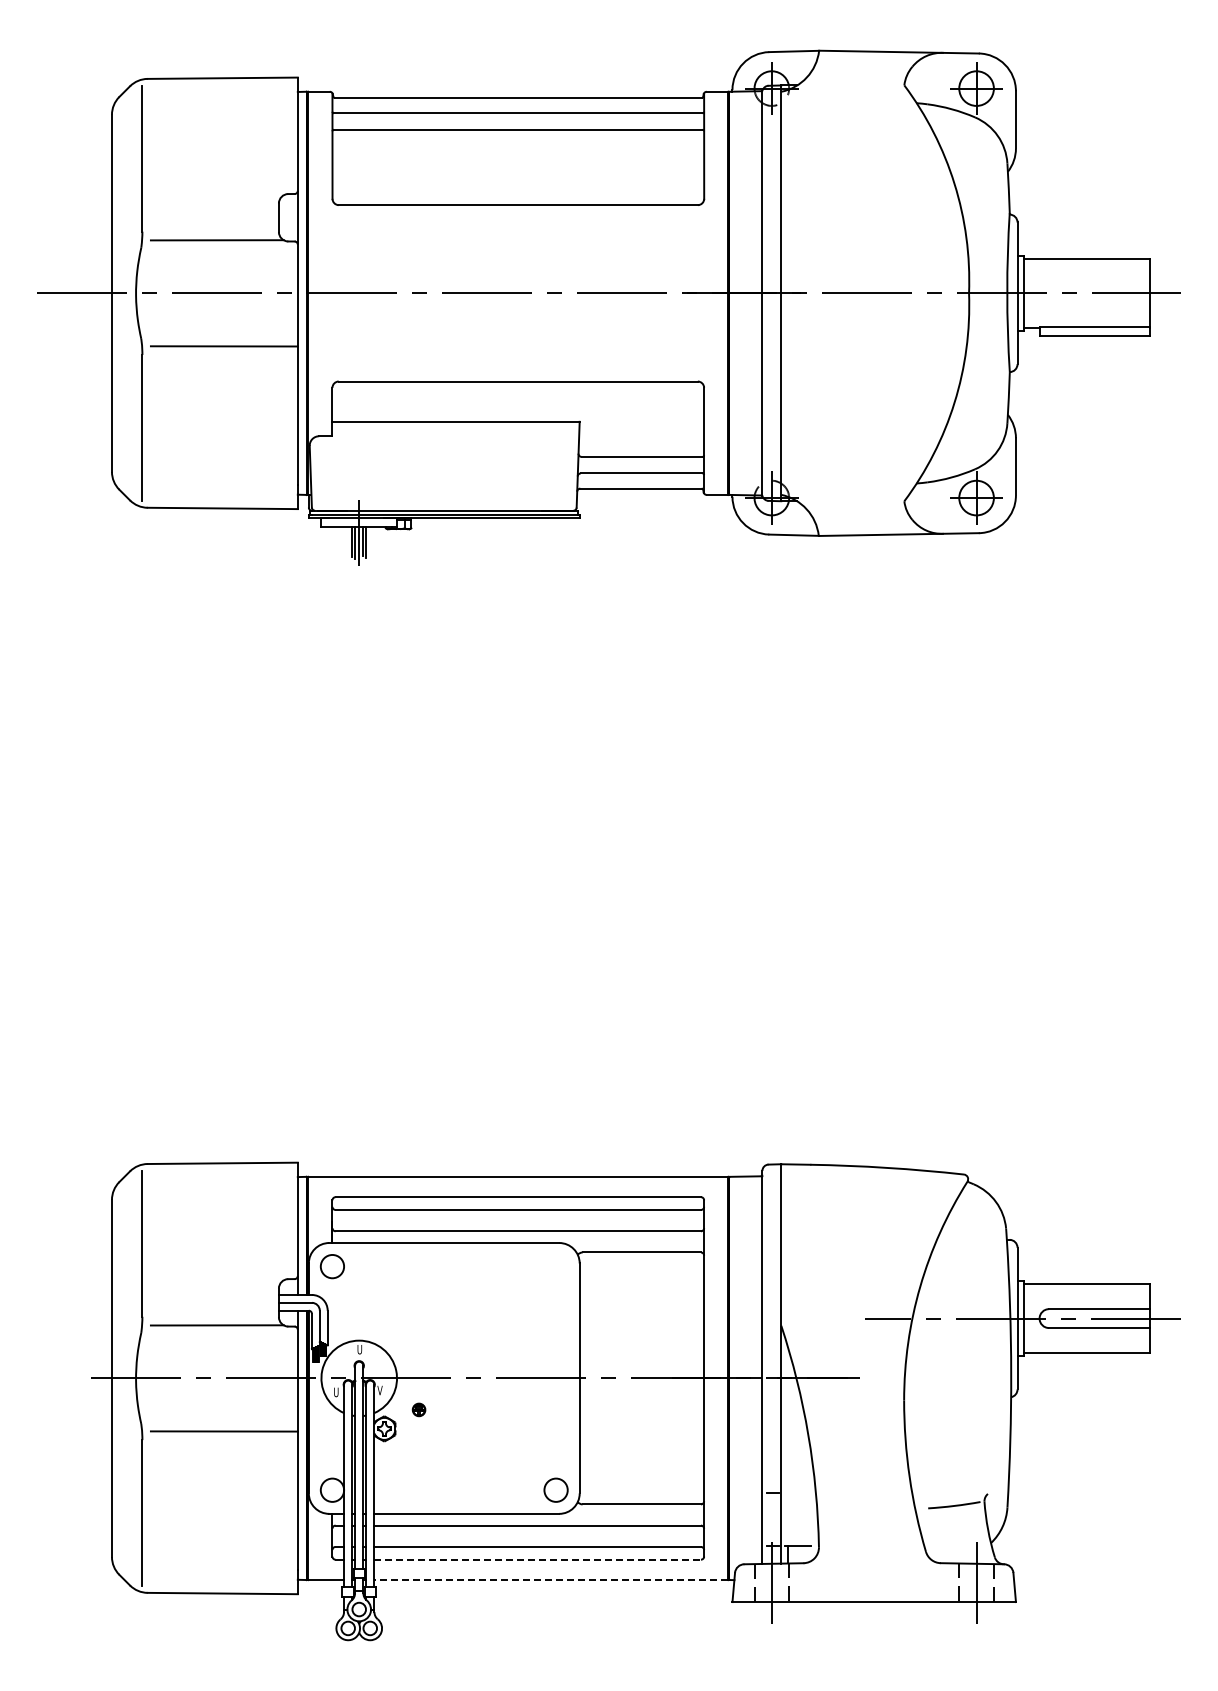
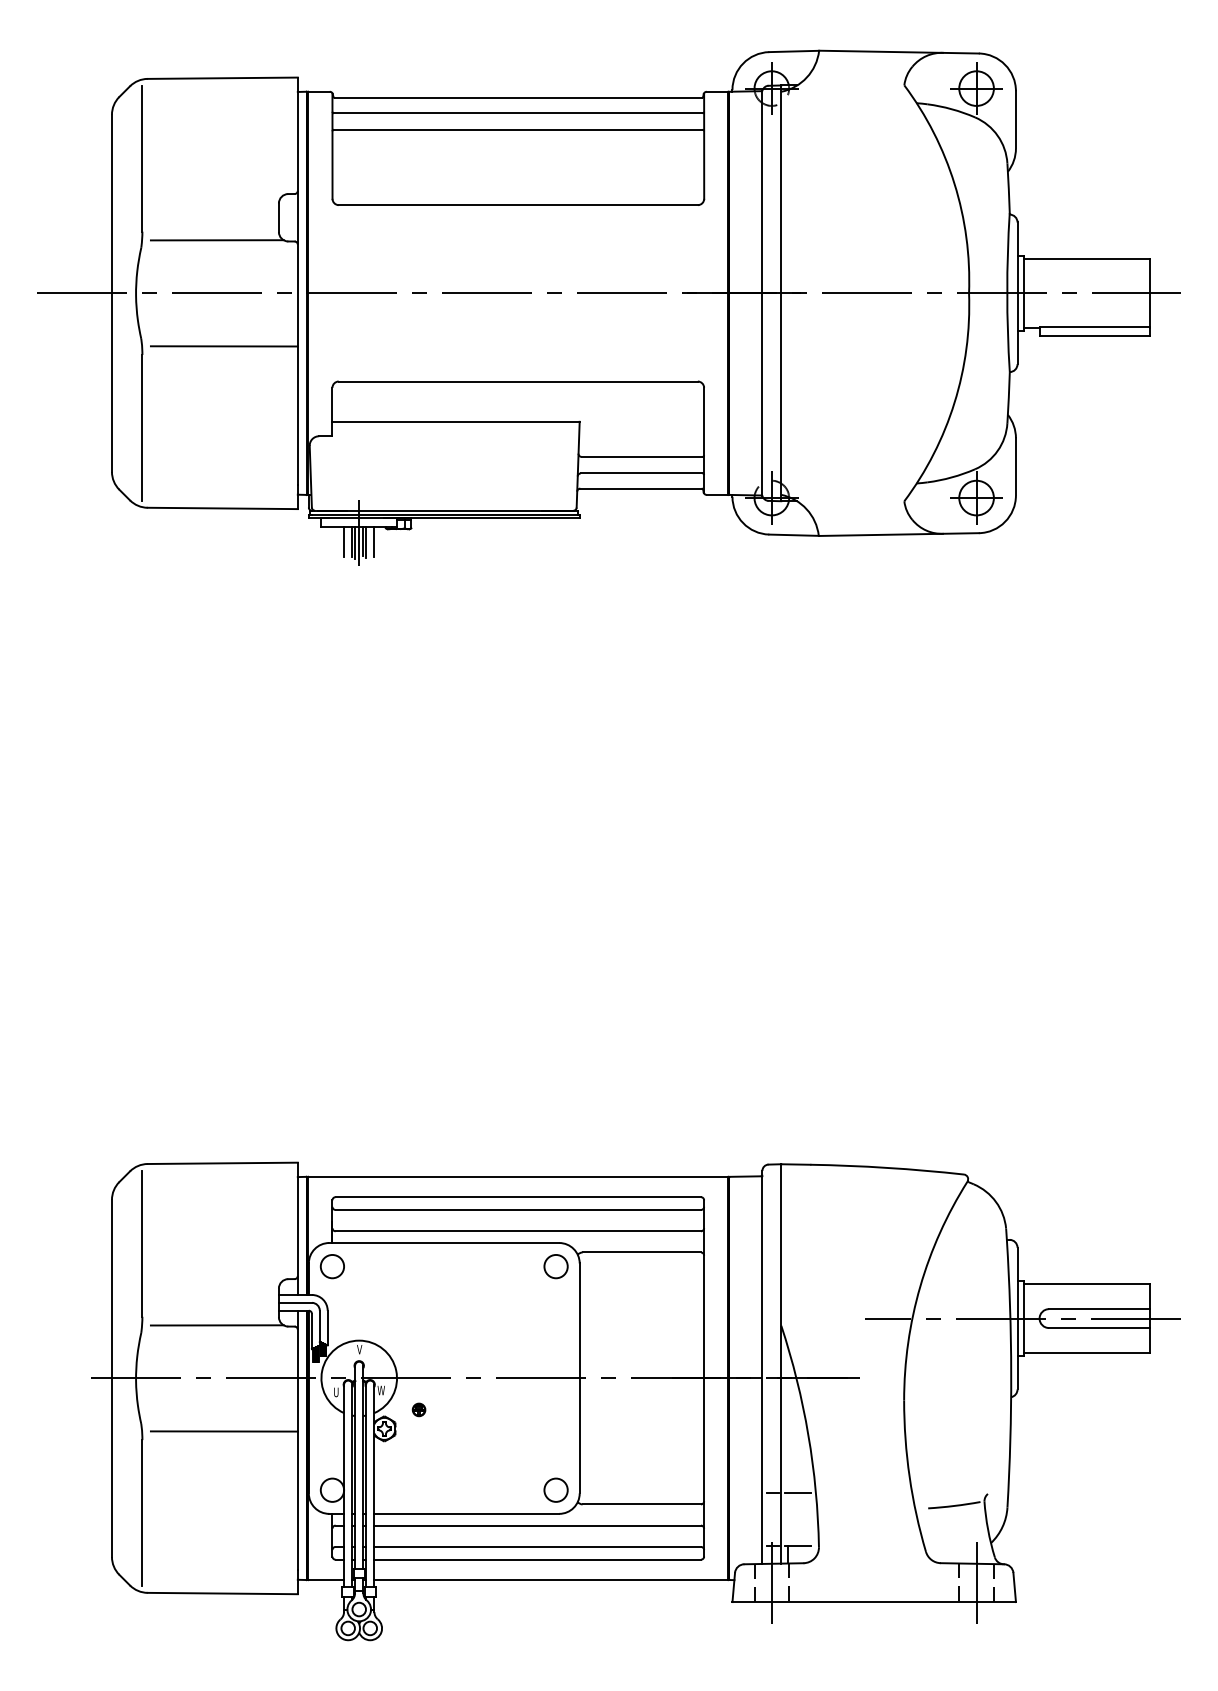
line at (344, 541): none -> present
line at (374, 542): none -> present
circle at (555, 1266): none -> present
text at (359, 1349): U -> V
text at (380, 1390): V -> W
line at (797, 1493): none -> present
line at (538, 1559): dashed -> solid
line at (551, 1580): dashed -> solid
